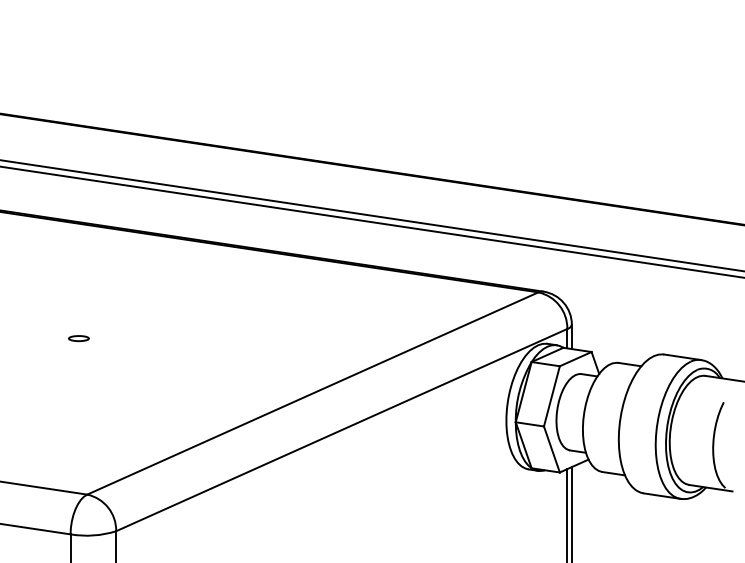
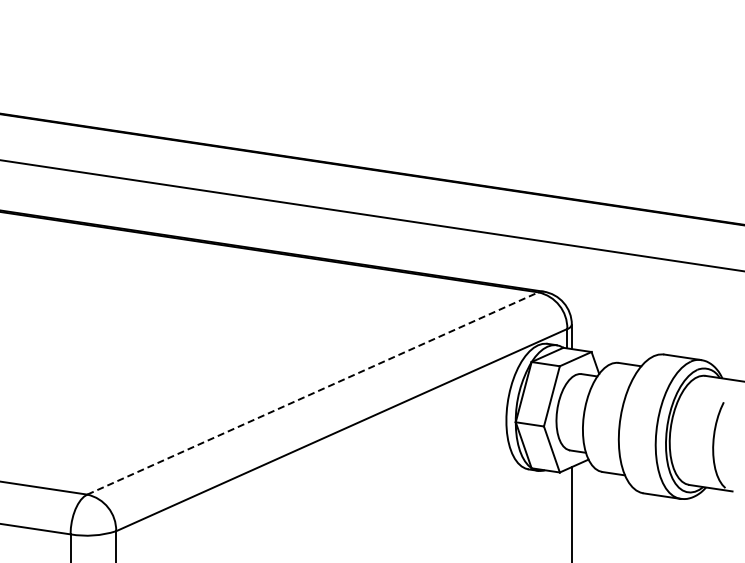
line at (371, 221): present -> none
part at (78, 338): present -> none
line at (313, 393): solid -> dashed
line at (567, 514): present -> none
